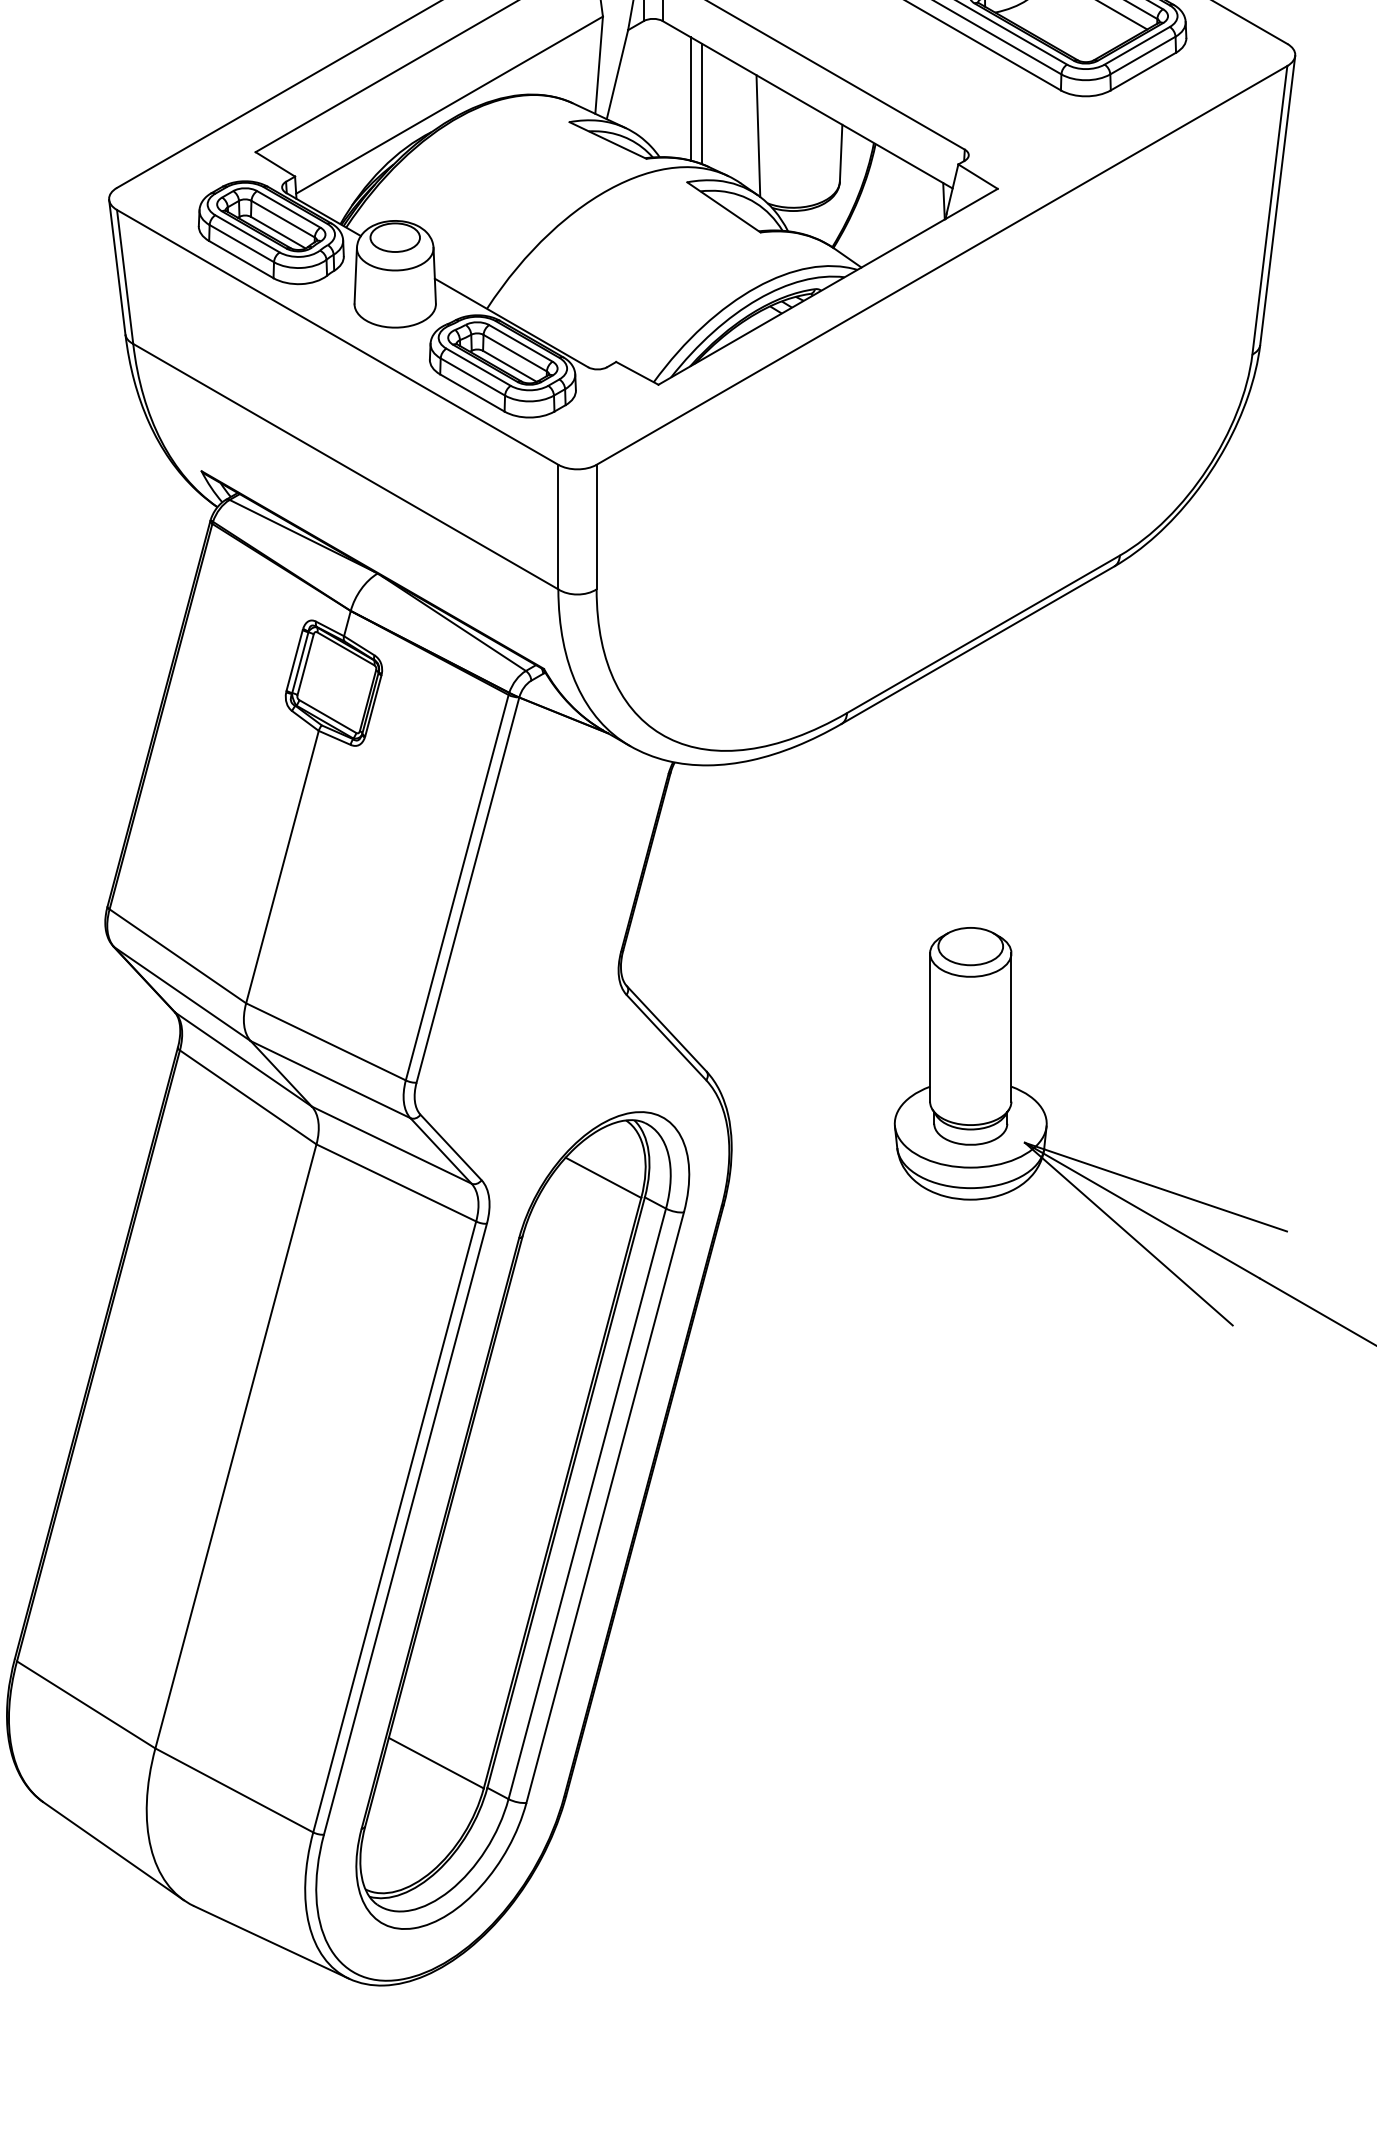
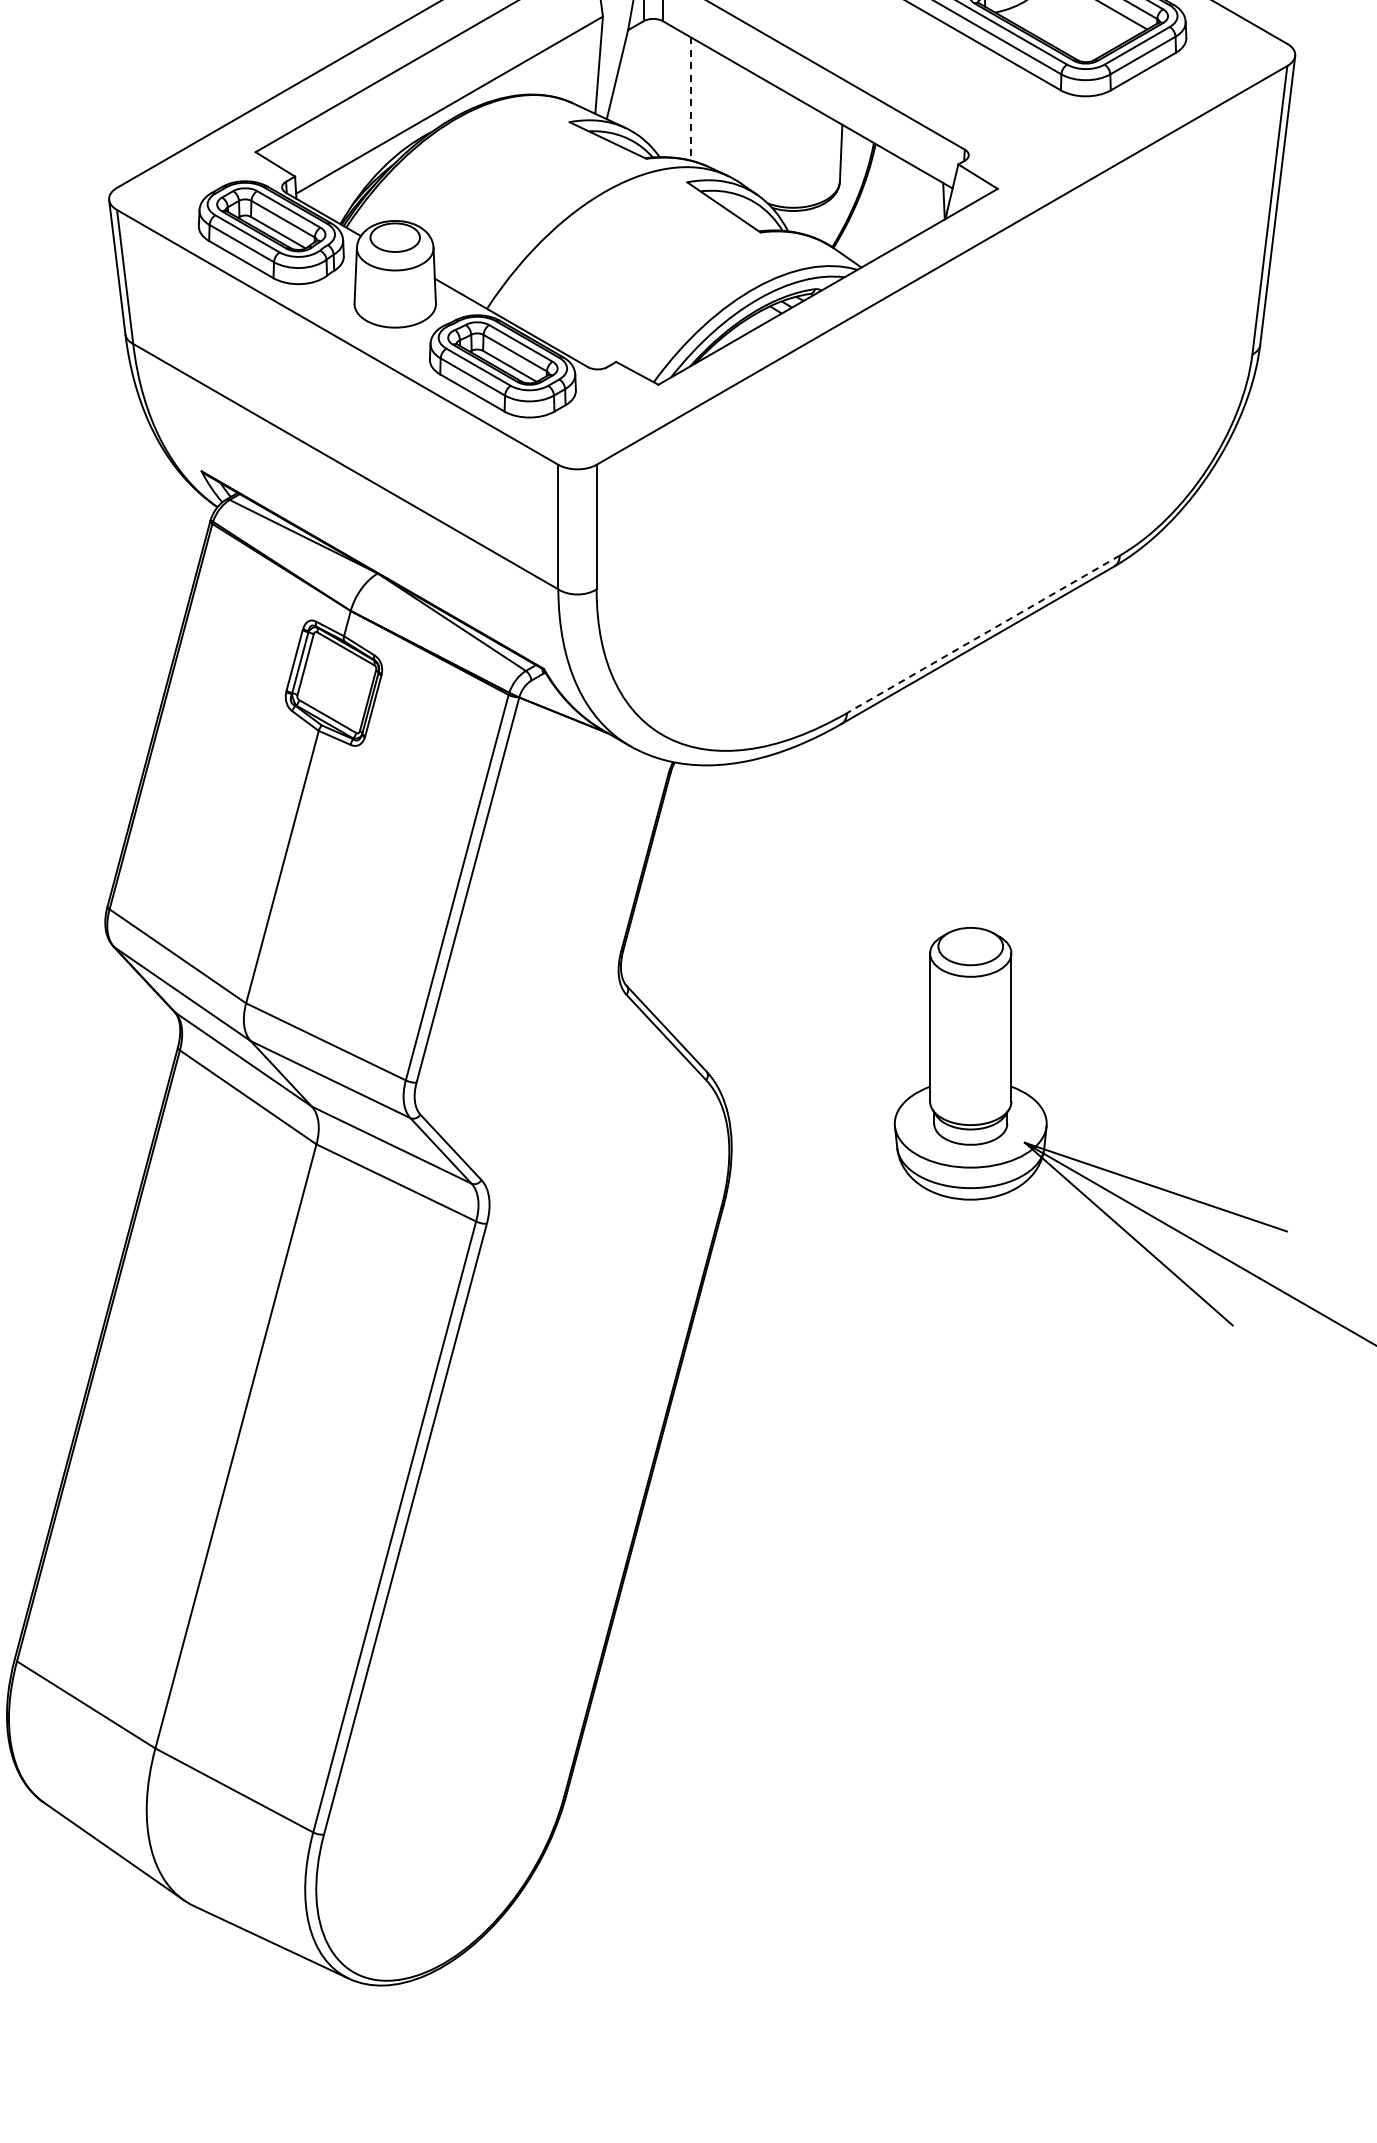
line at (690, 98): solid -> dashed
line at (702, 103): present -> none
line at (758, 136): present -> none
line at (983, 634): solid -> dashed
part at (522, 1520): present -> none
